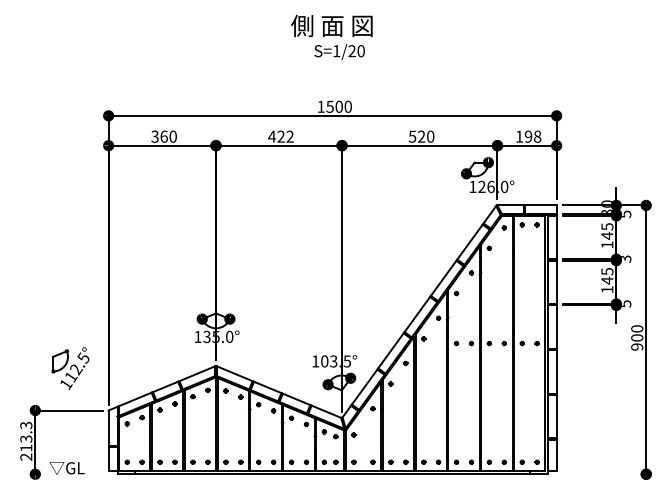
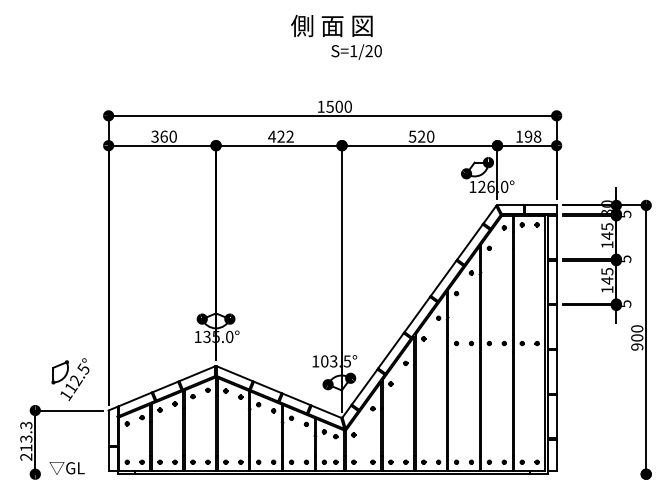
text at (339, 51) position: (339, 51) -> (356, 51)
text at (625, 258): 3 -> 5
part at (70, 368) position: (70, 368) -> (70, 379)
